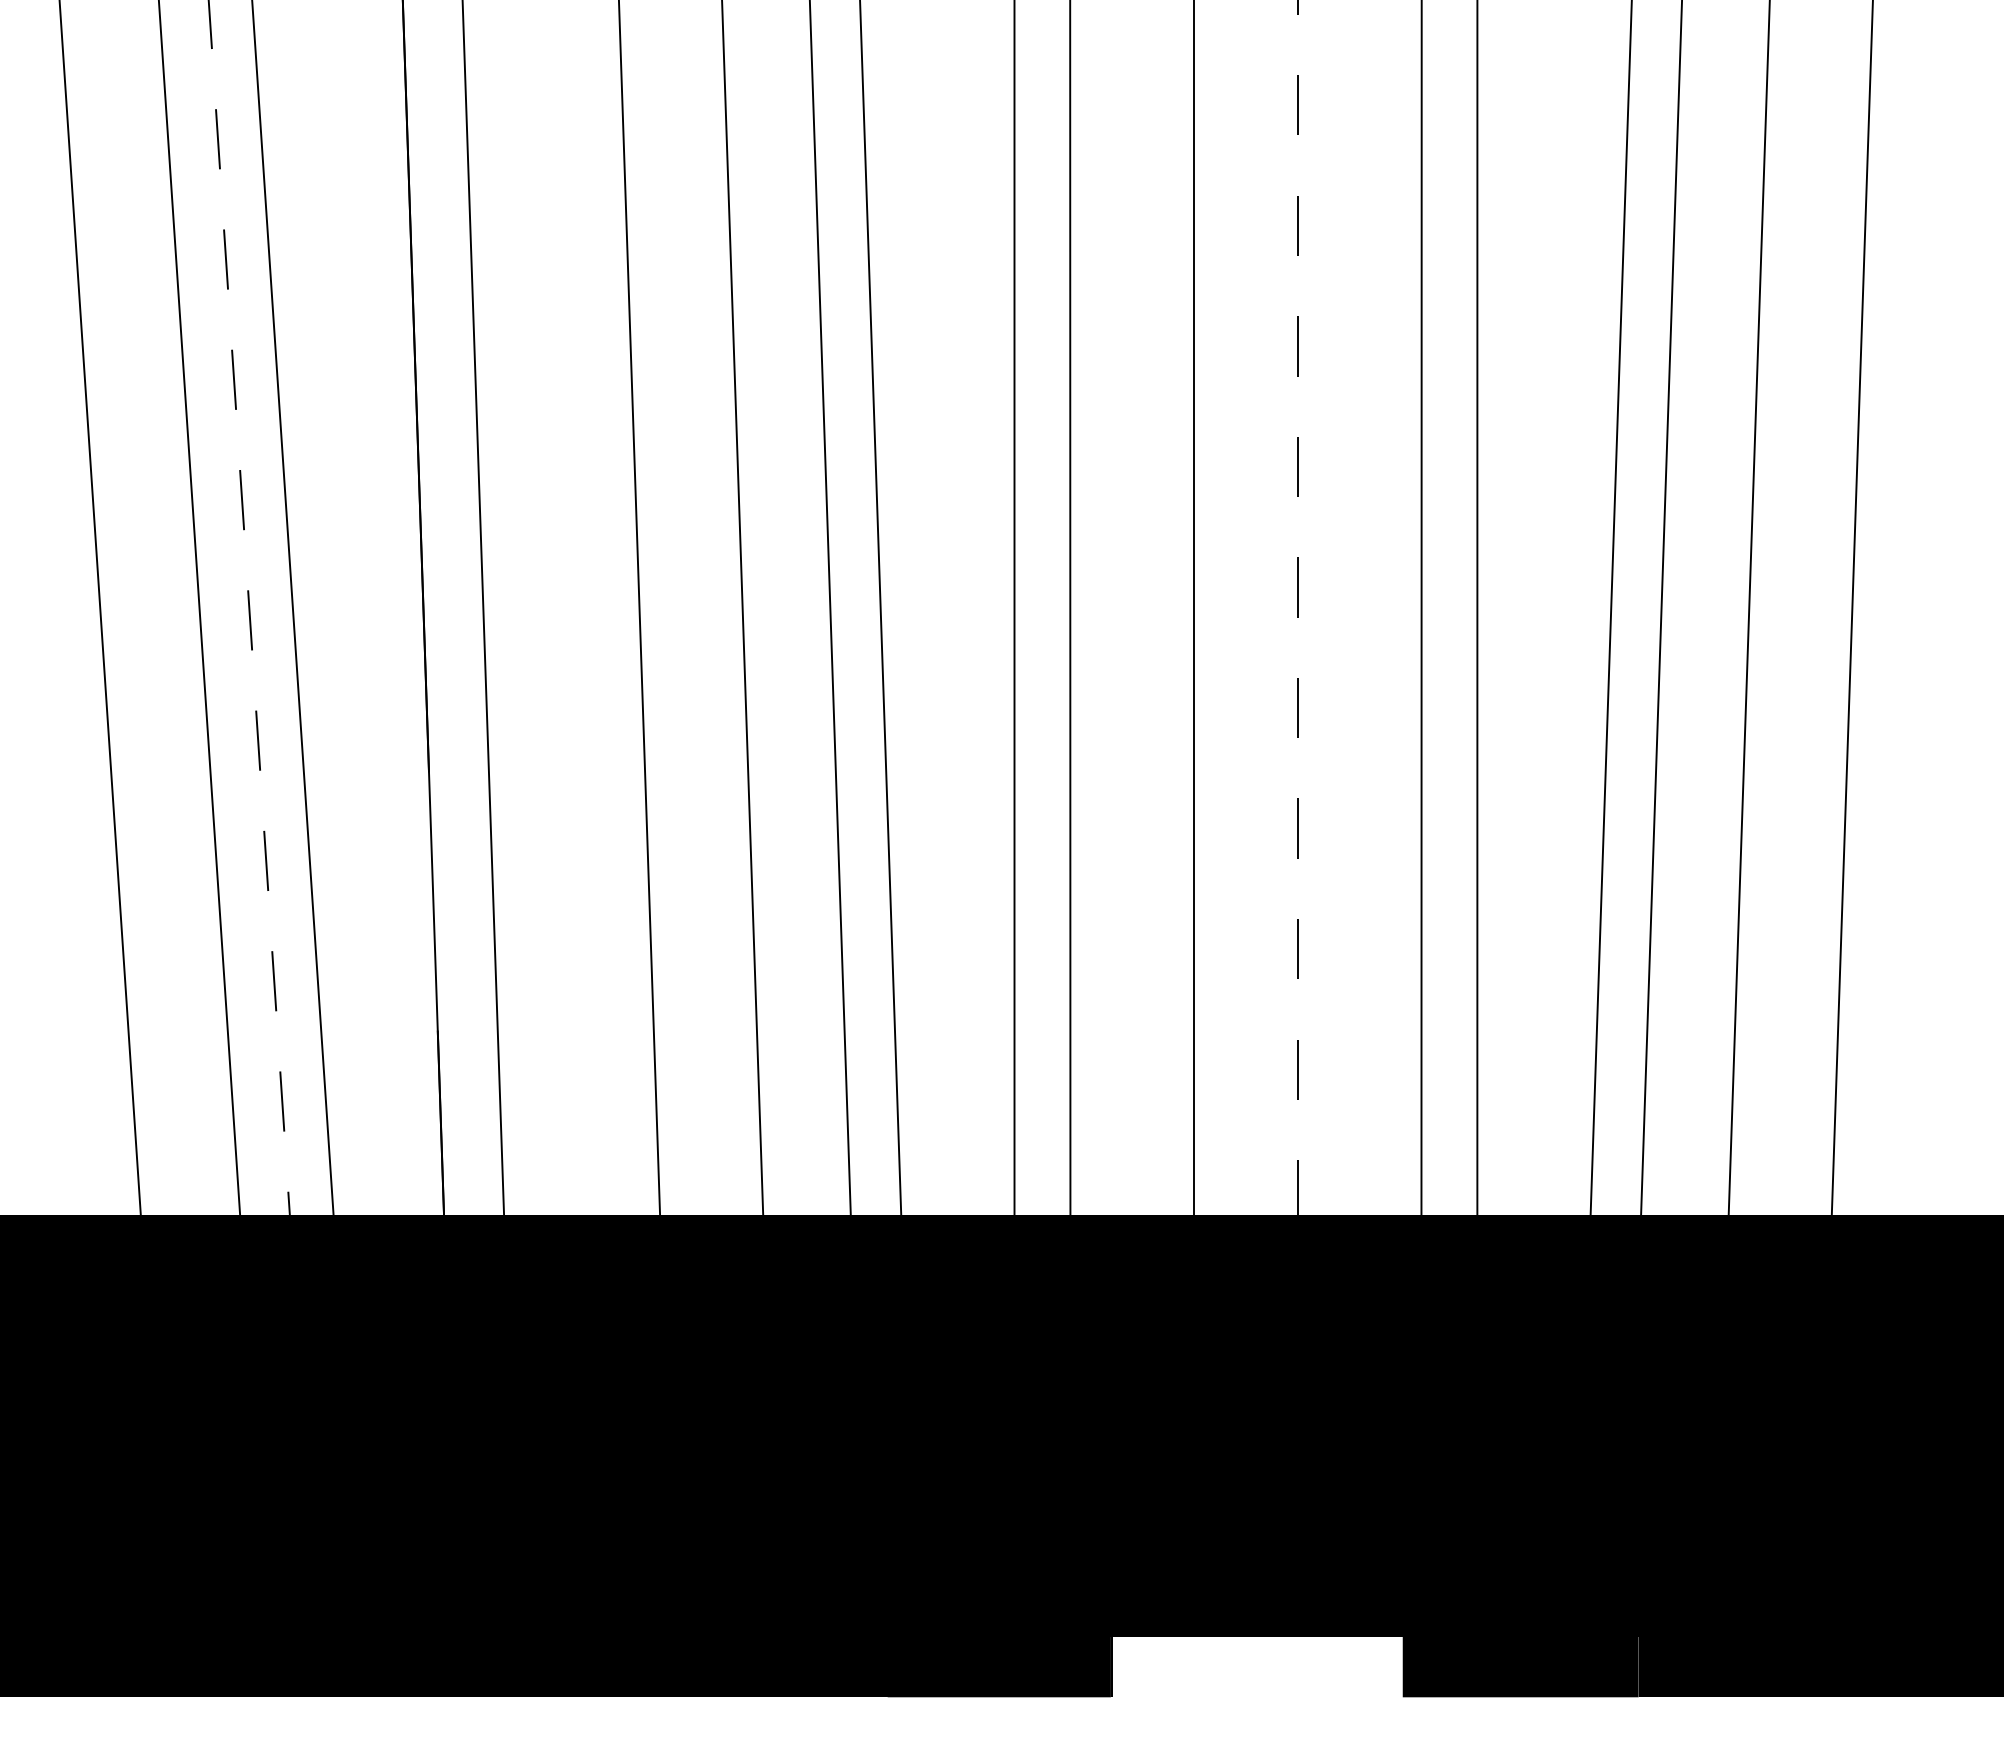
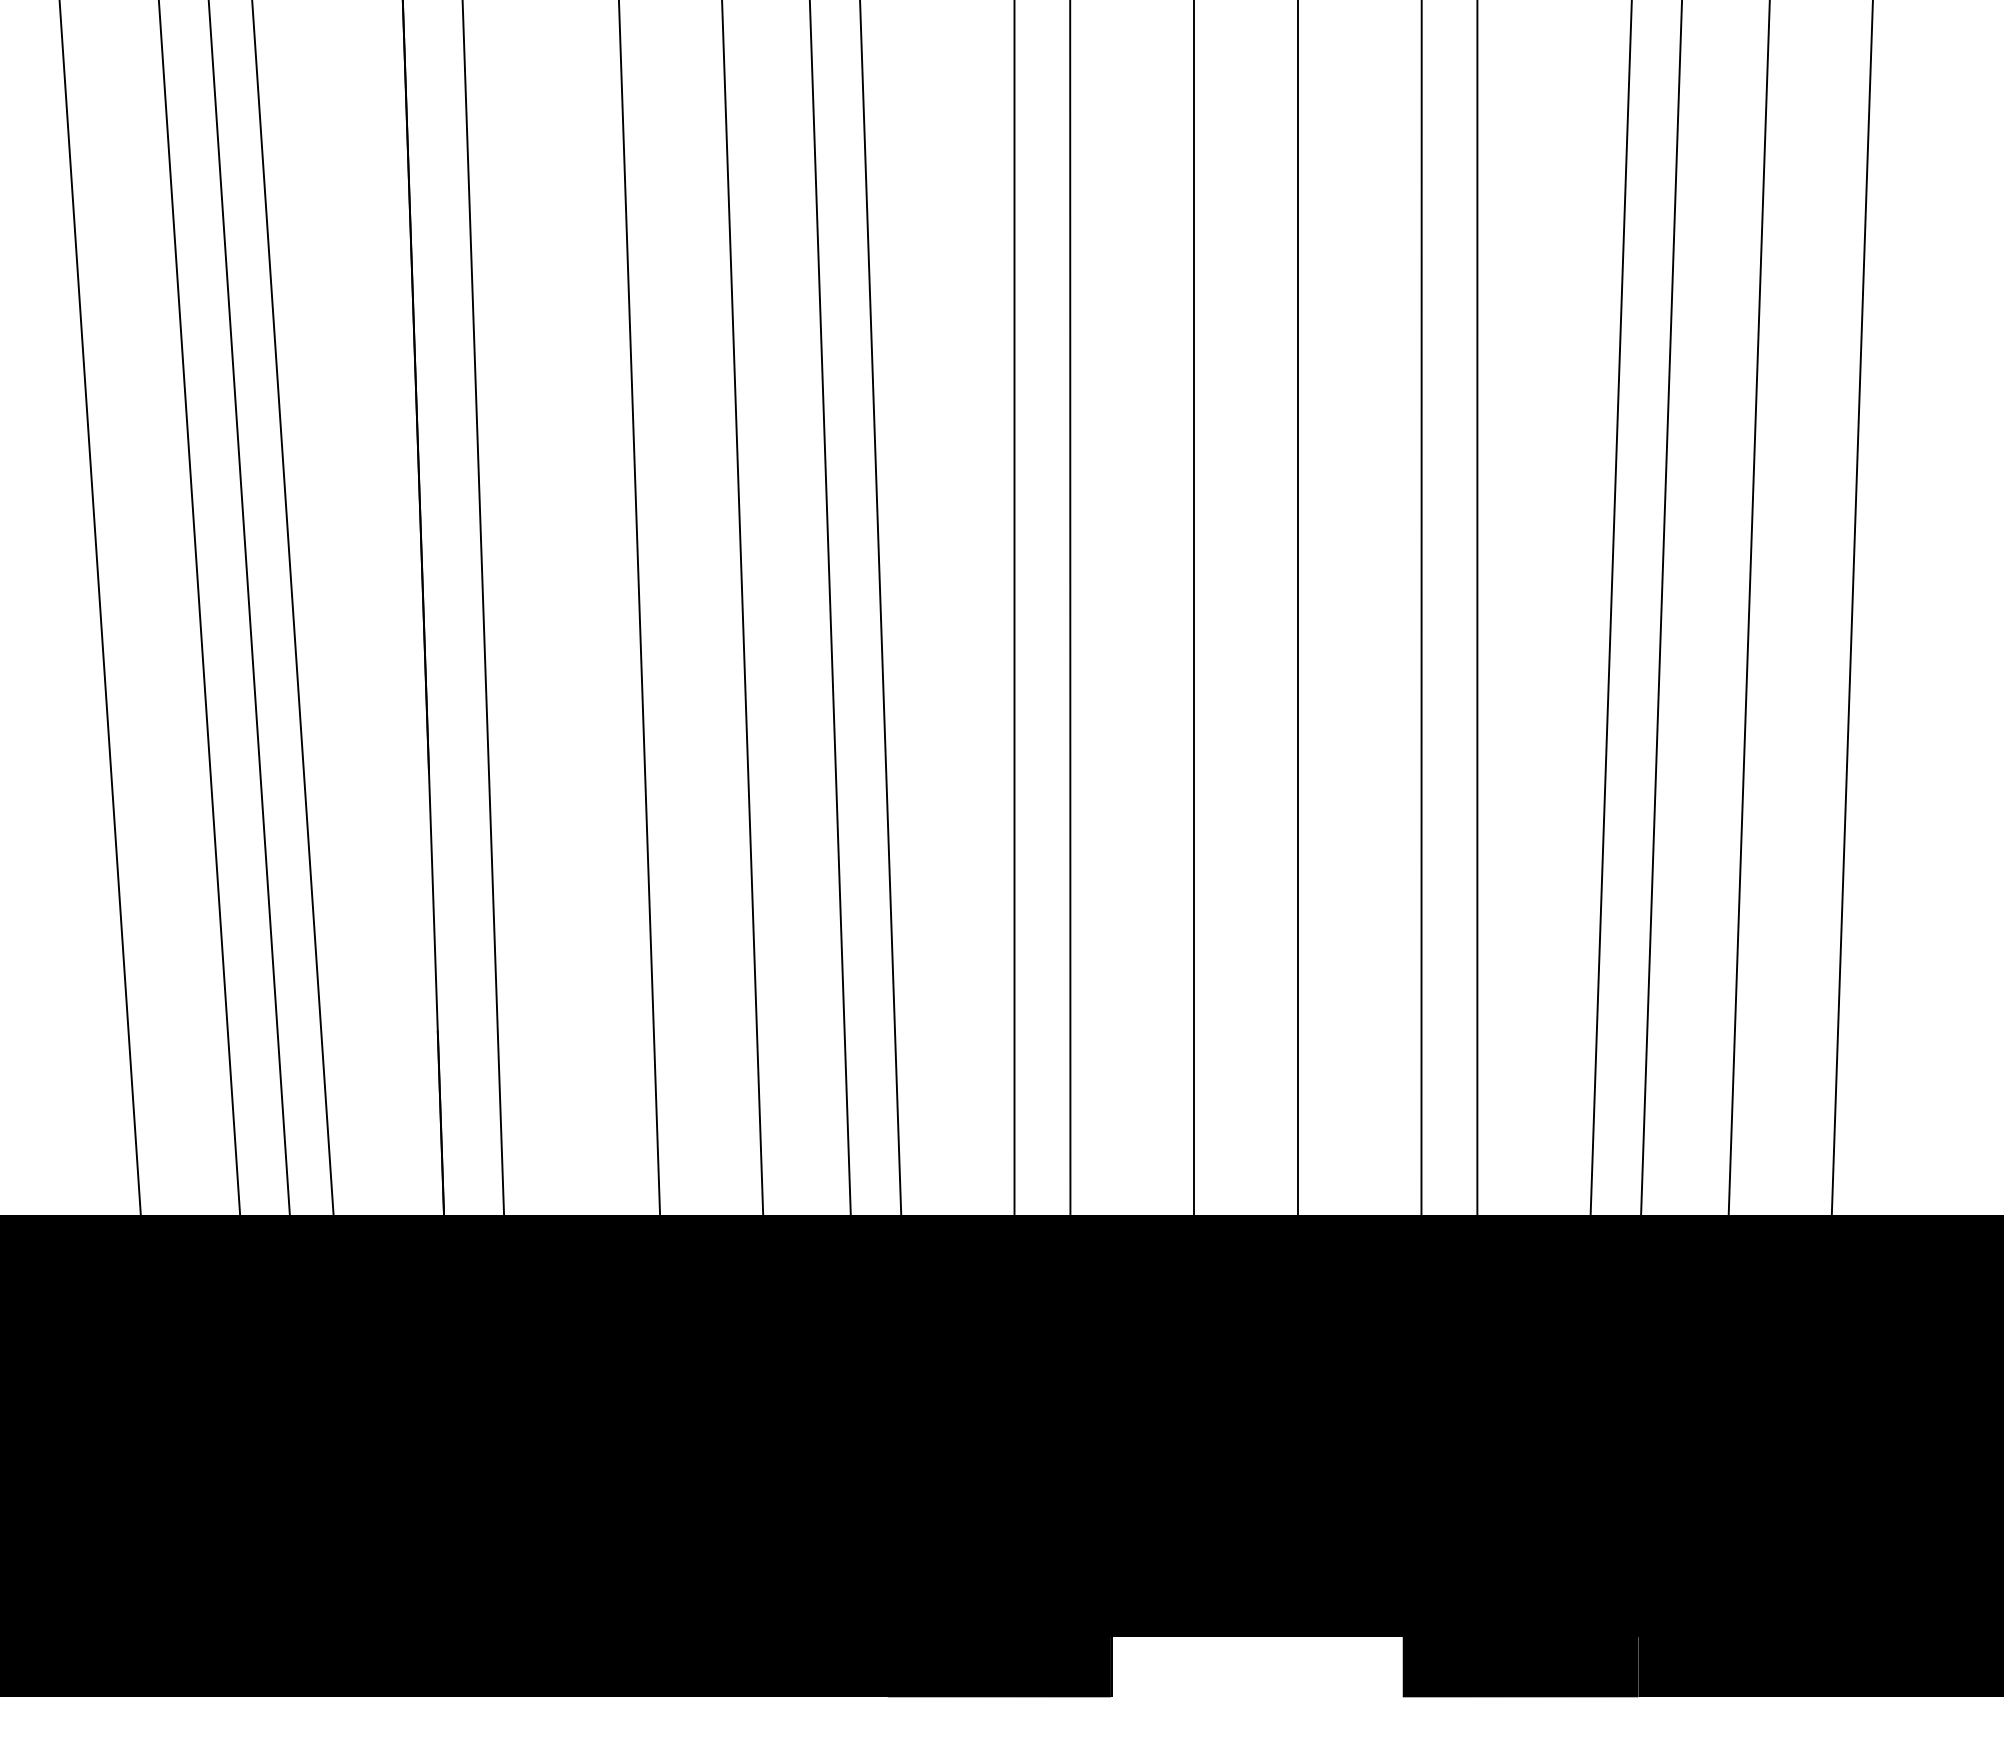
line at (254, 685): dashed -> solid
line at (1298, 686): dashed -> solid
